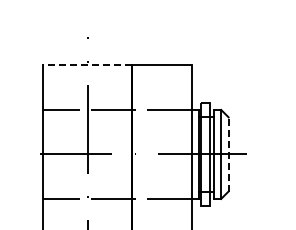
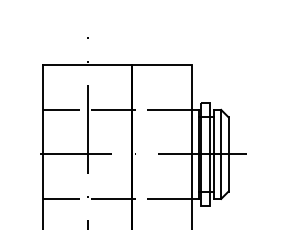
line at (87, 65): dashed -> solid
line at (228, 153): dashed -> solid
